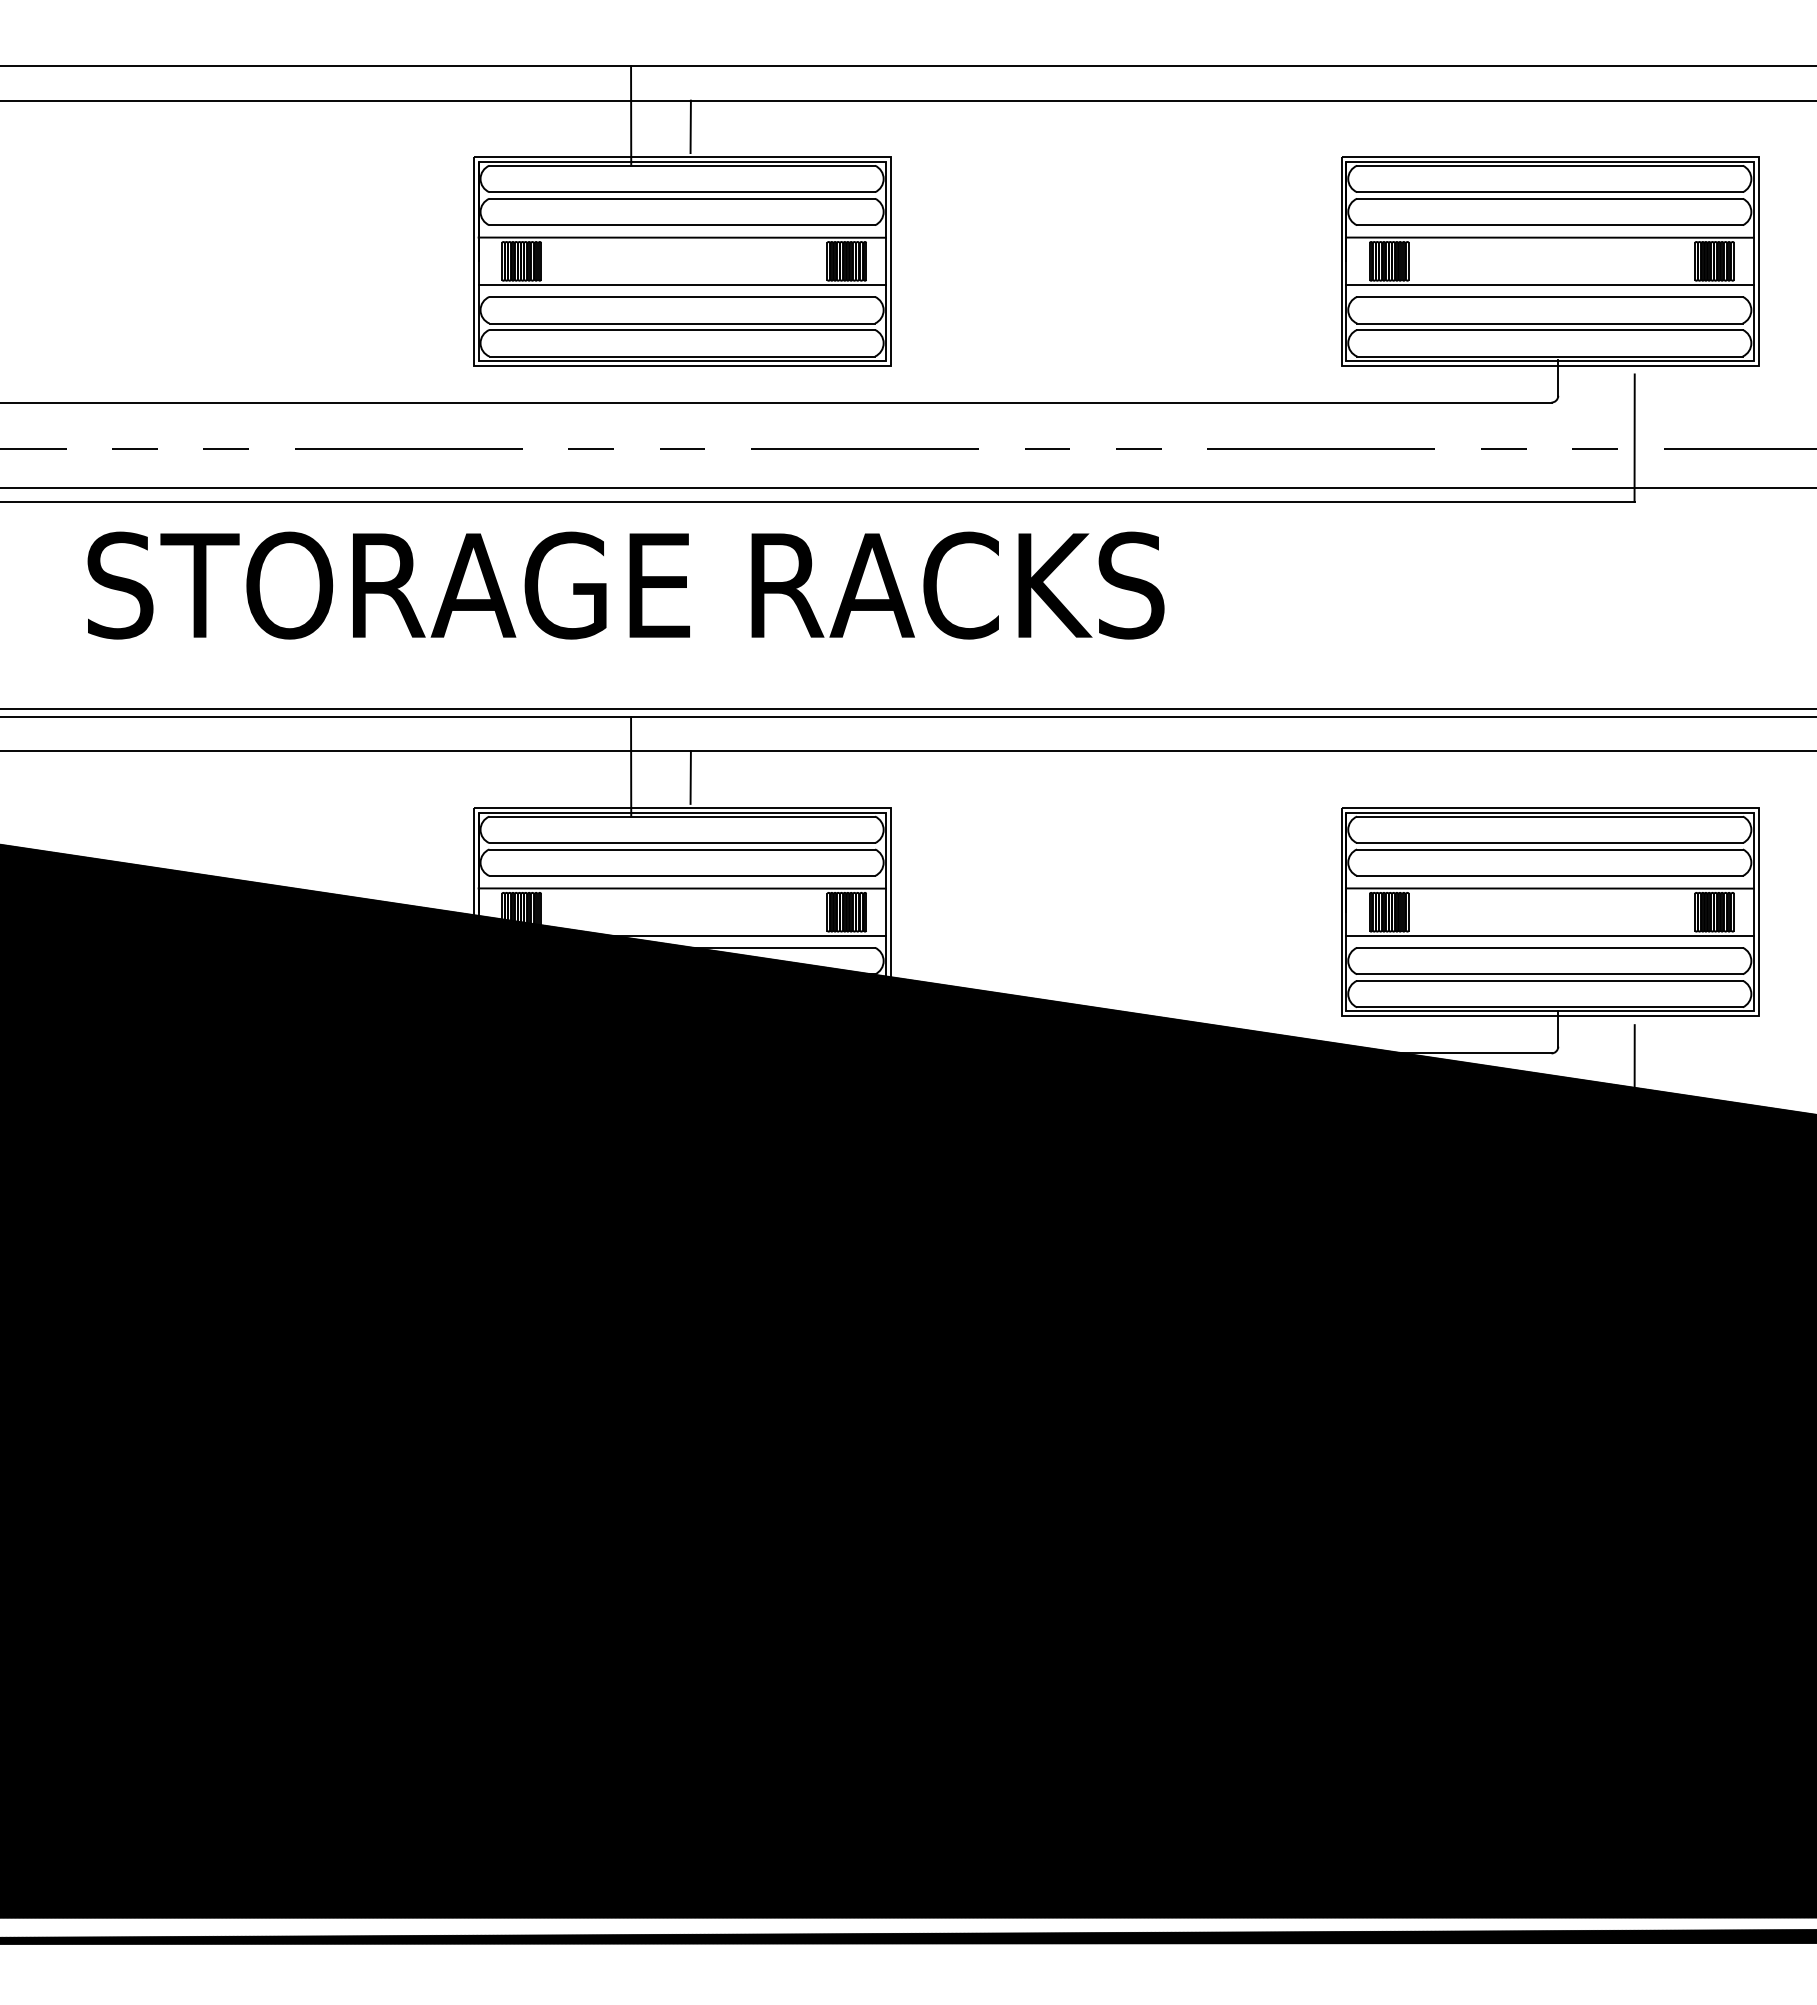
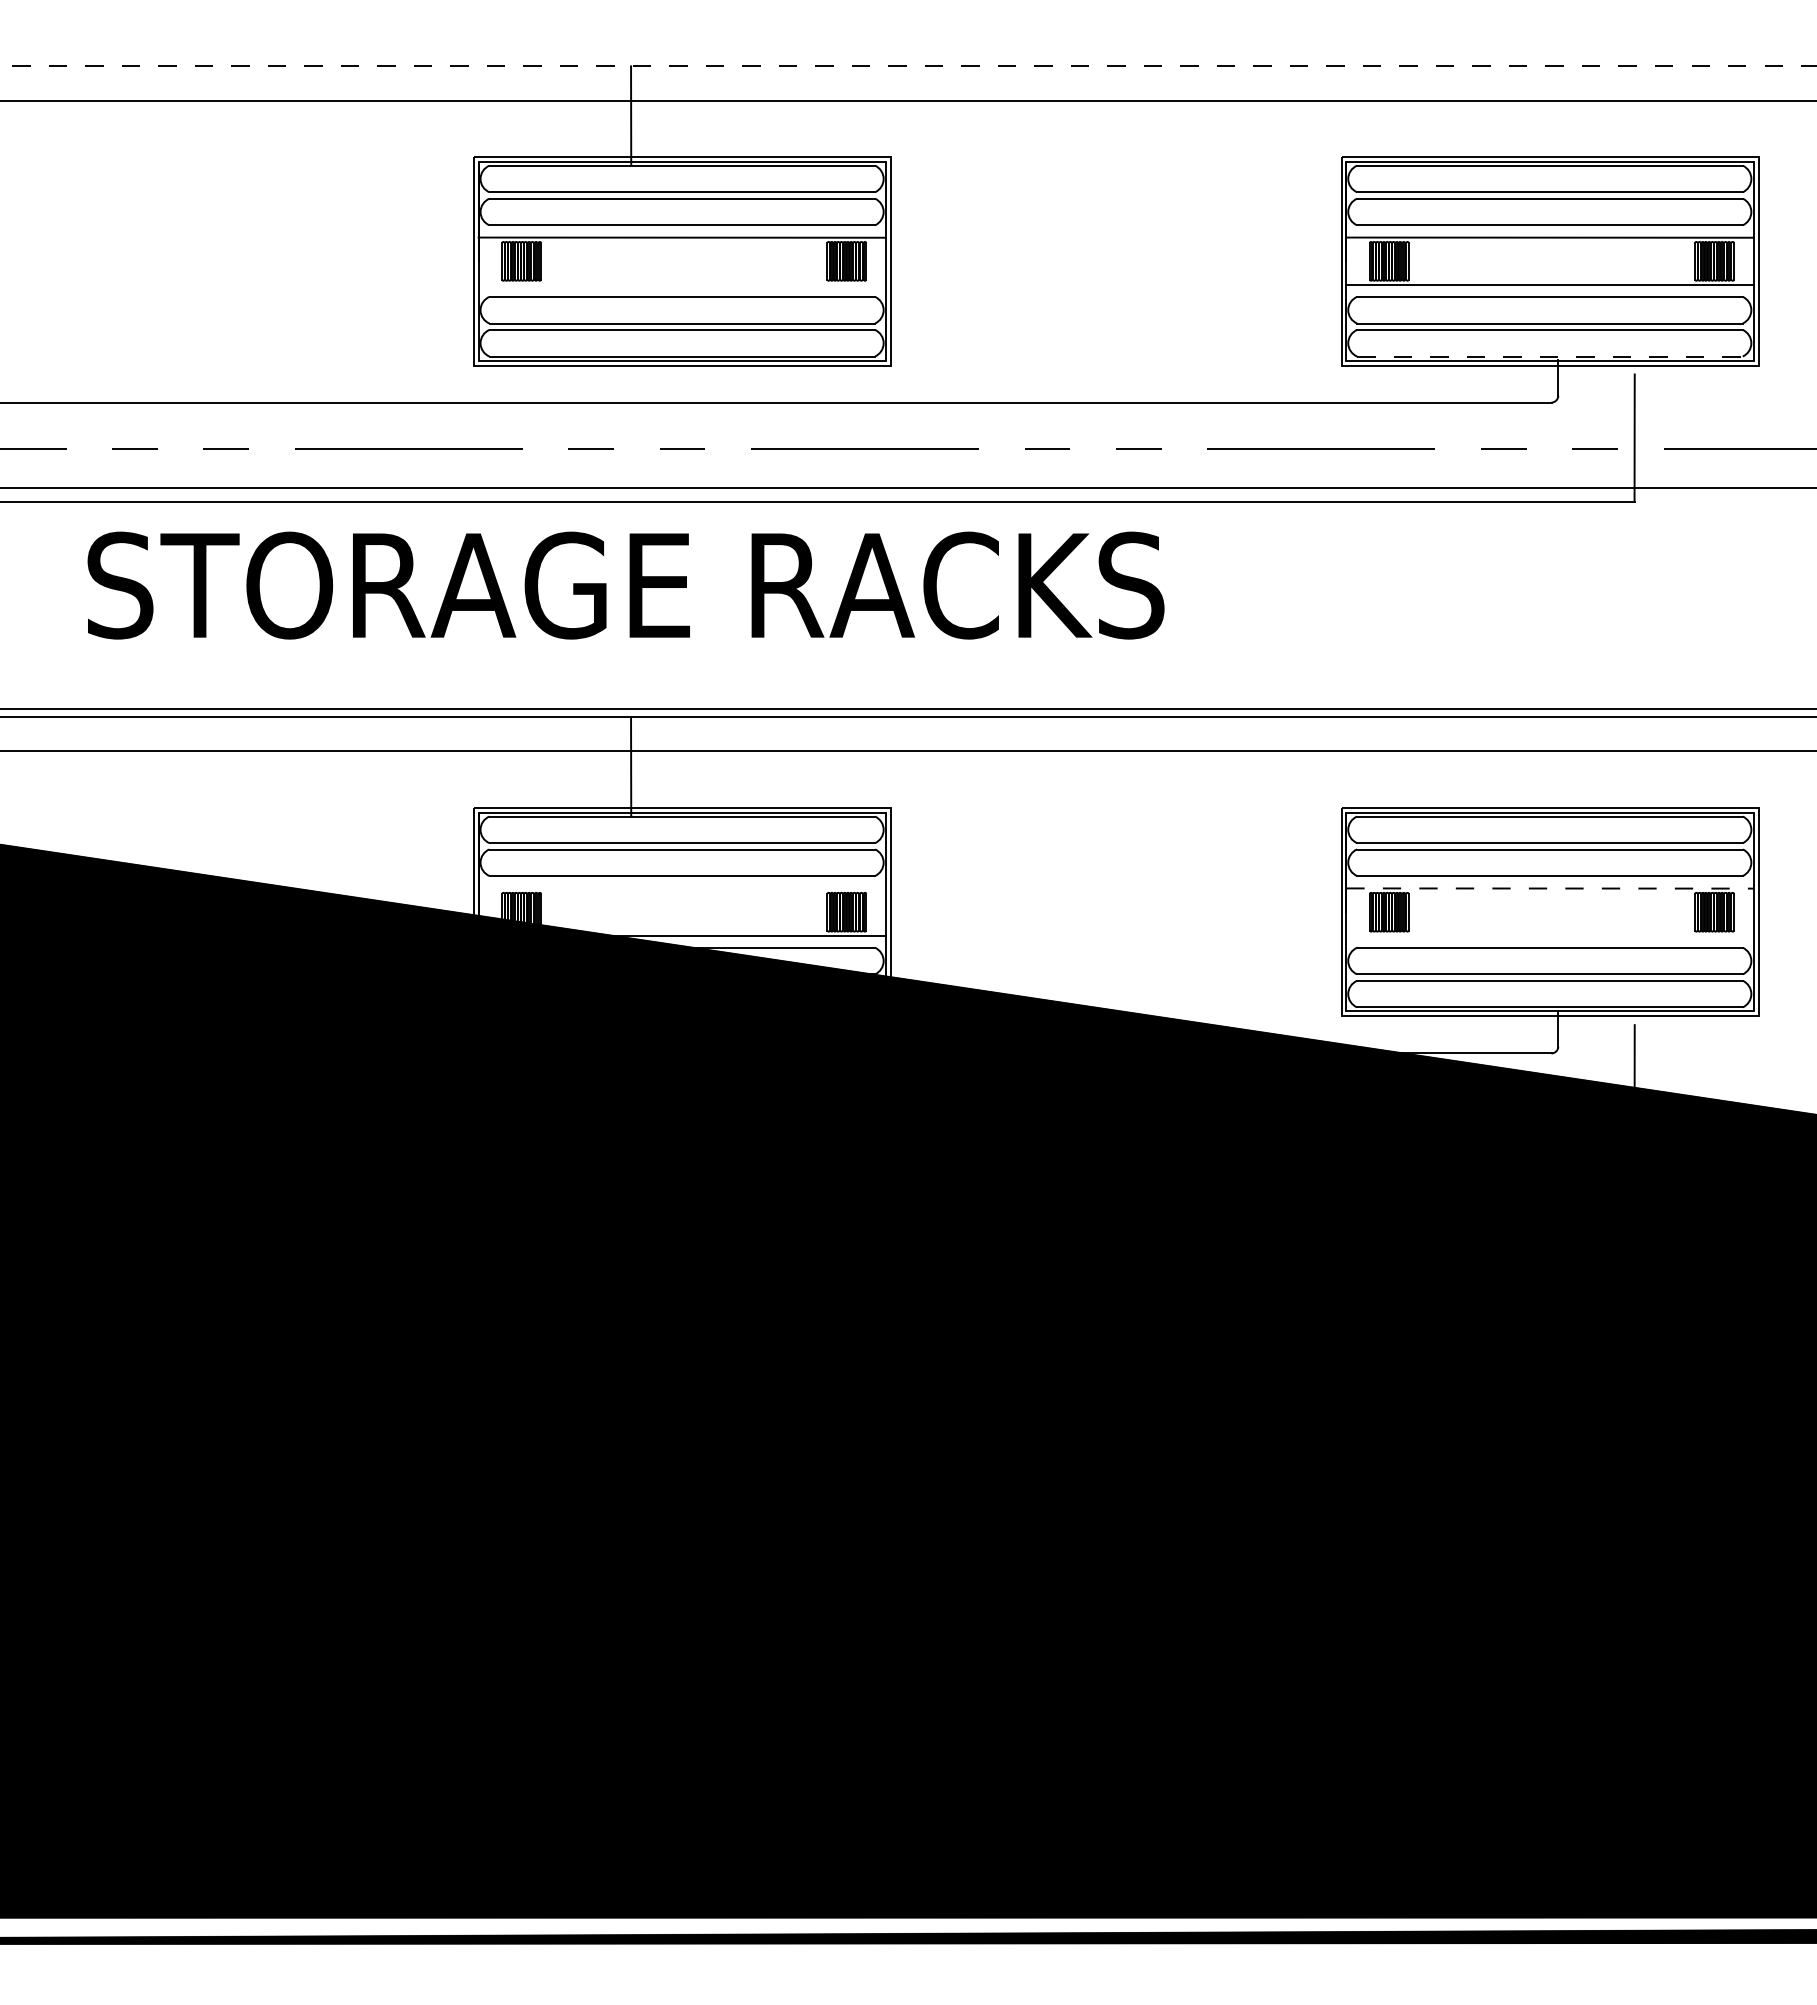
line at (908, 66): solid -> dashed
line at (690, 126): present -> none
line at (682, 284): present -> none
line at (1550, 356): solid -> dashed
line at (690, 777): present -> none
line at (682, 888): present -> none
line at (1550, 888): solid -> dashed
line at (1549, 935): present -> none
